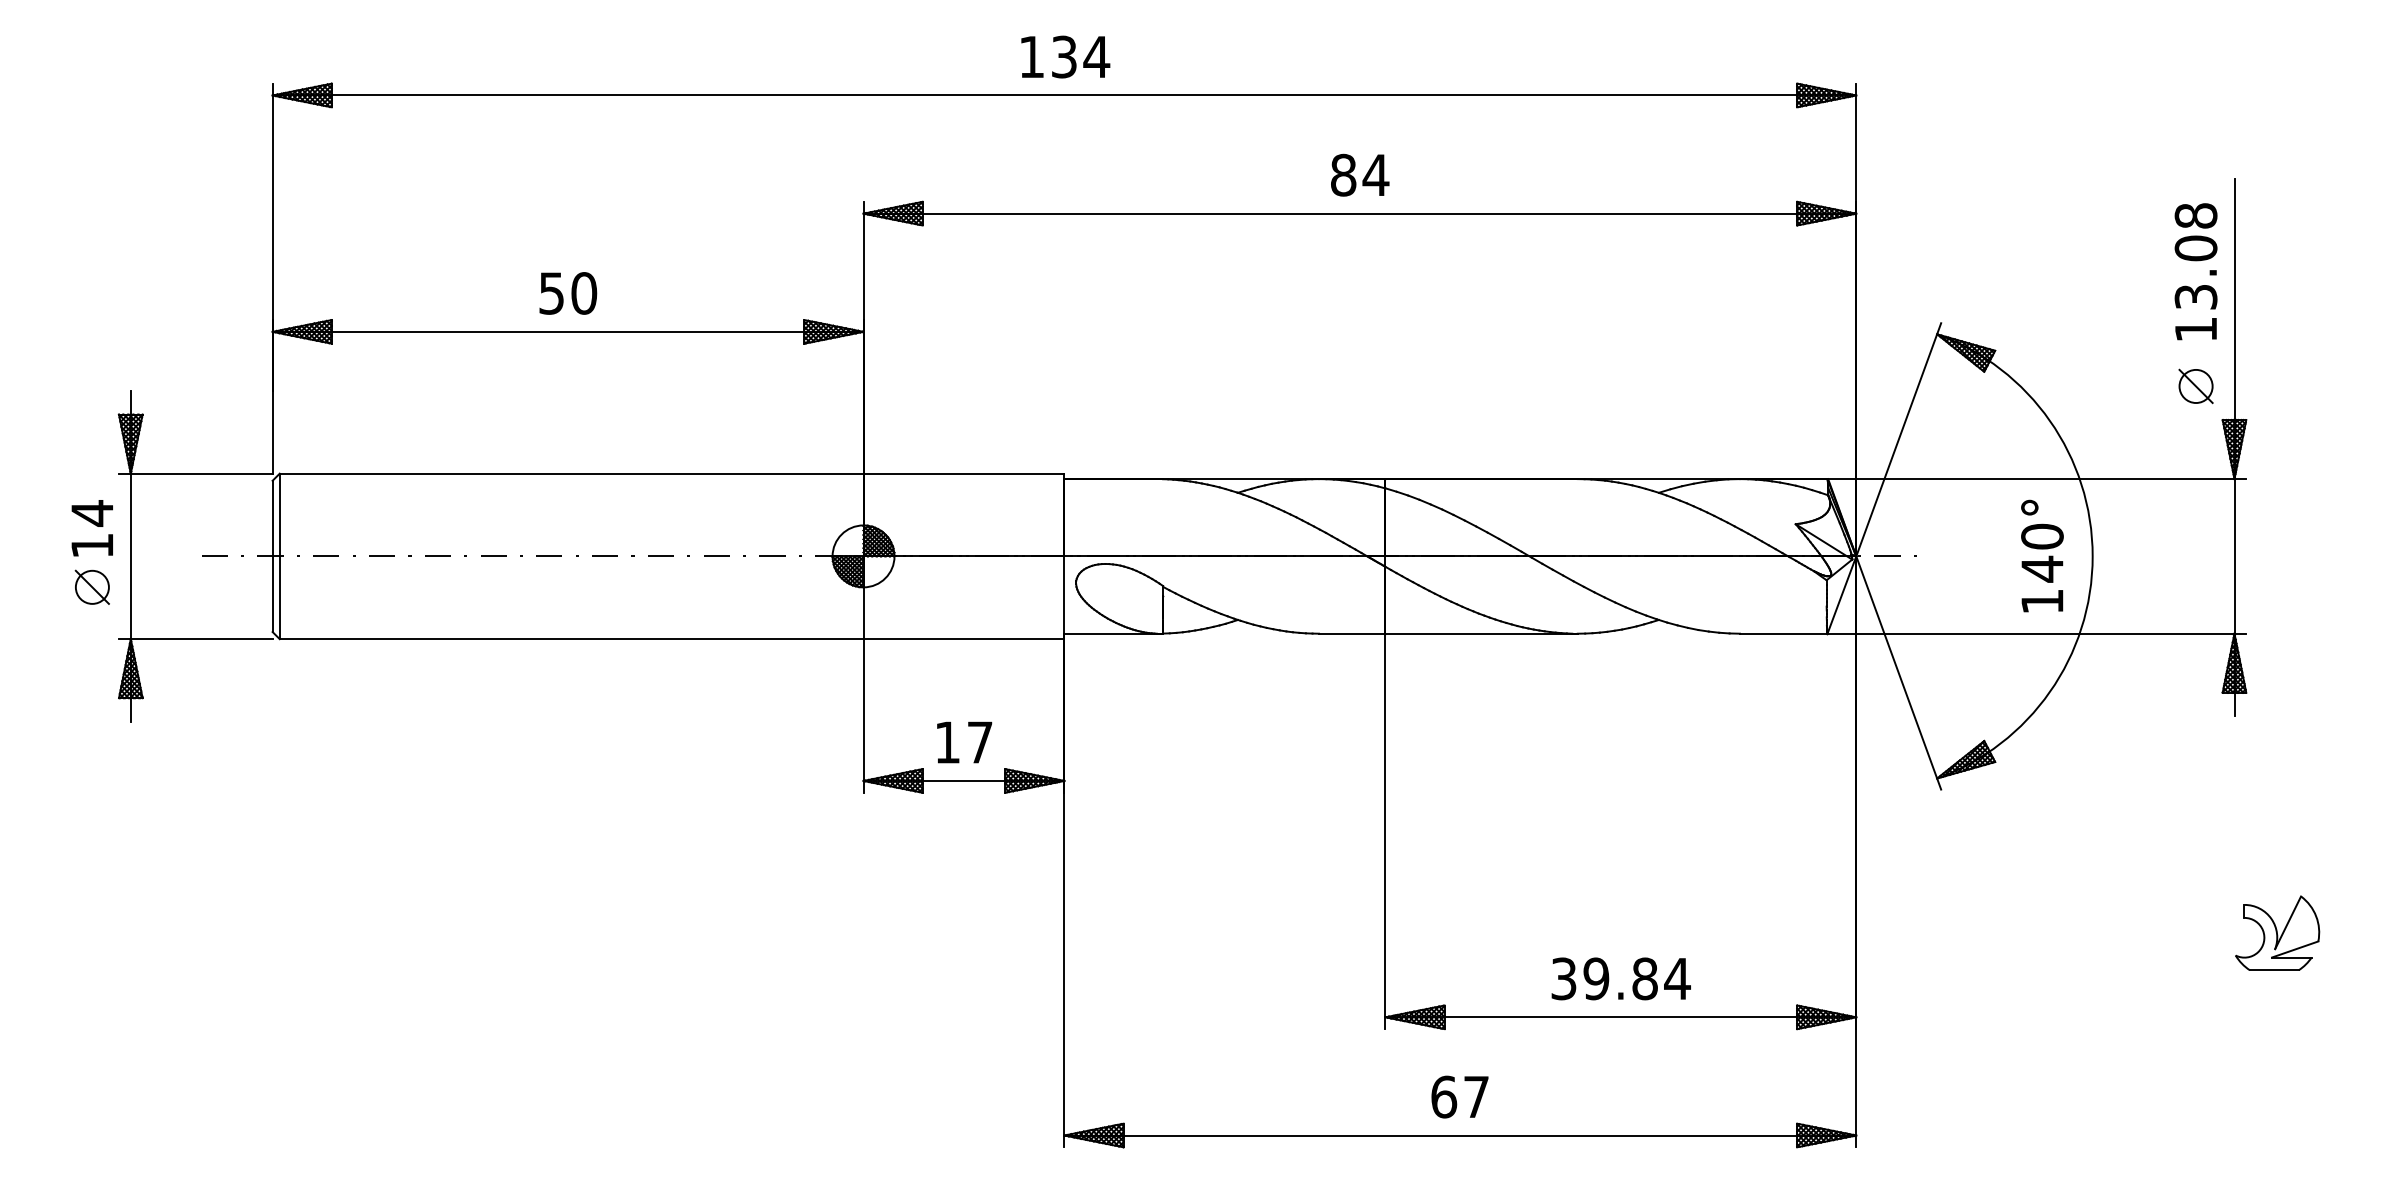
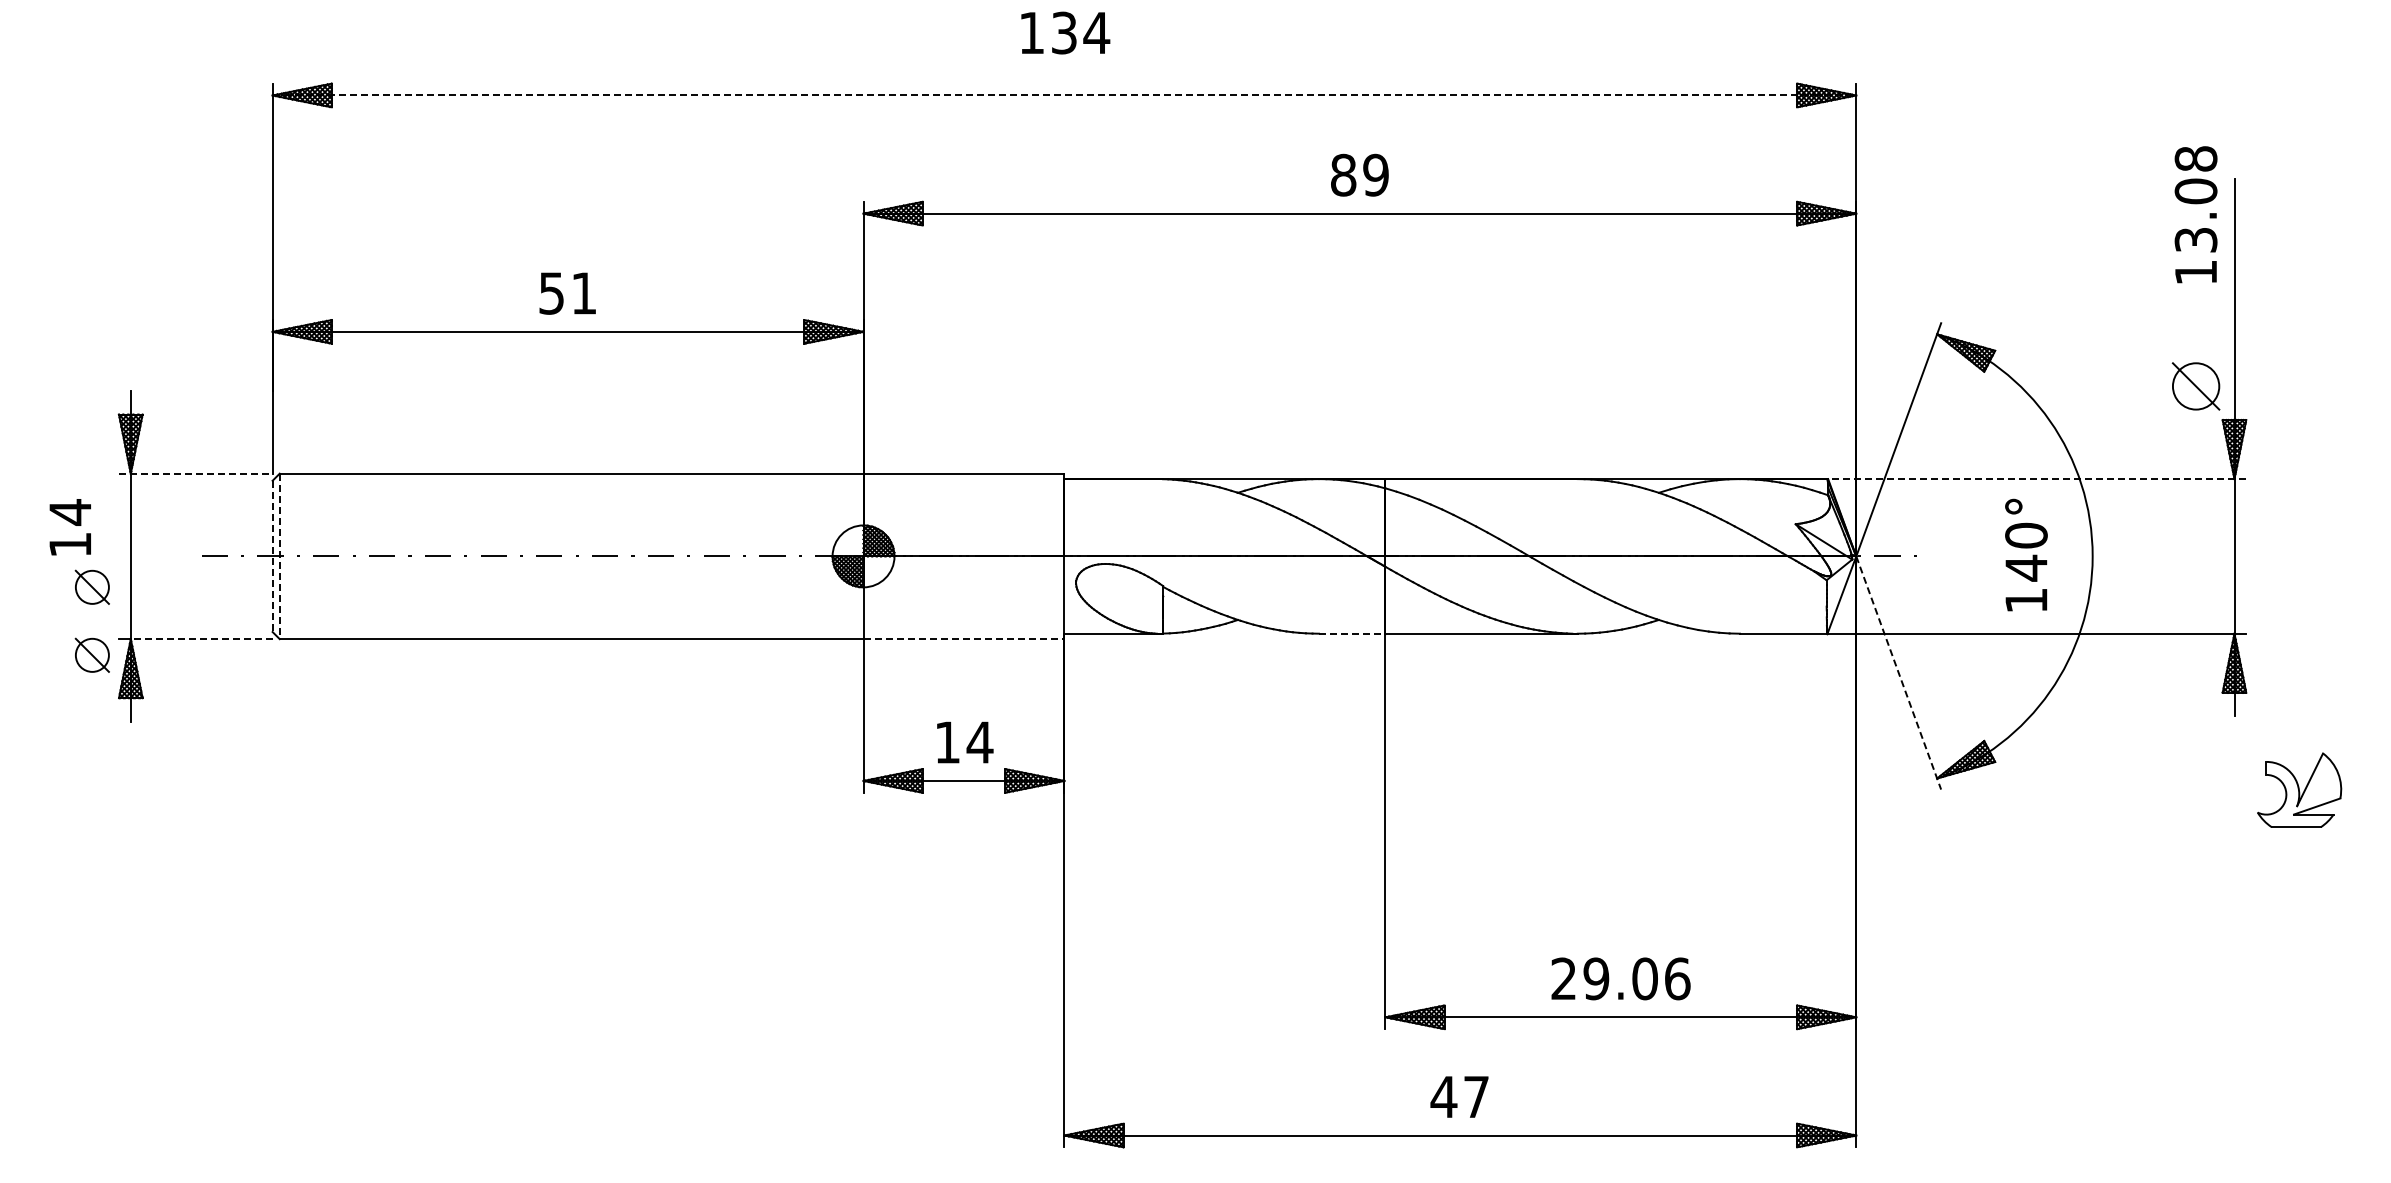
text at (1065, 56) position: (1065, 56) -> (1065, 32)
line at (1064, 95): solid -> dashed
text at (1375, 174): 84 -> 89
text at (2195, 271) position: (2195, 271) -> (2195, 214)
text at (584, 293): 50 -> 51
part at (2195, 386) size: 36x37 px -> 50x49 px
line at (195, 473): solid -> dashed
line at (2036, 479): solid -> dashed
text at (91, 528) position: (91, 528) -> (69, 527)
text at (2042, 555) position: (2042, 555) -> (2026, 554)
line at (272, 556): solid -> dashed
line at (279, 556): solid -> dashed
line at (1352, 633): solid -> dashed
line at (201, 639): solid -> dashed
line at (964, 639): solid -> dashed
part at (91, 654): none -> present
line at (1898, 673): solid -> dashed
text at (979, 742): 17 -> 14
part at (2277, 932) position: (2277, 932) -> (2299, 789)
text at (1620, 978): 39.84 -> 29.06
text at (1443, 1096): 67 -> 47
